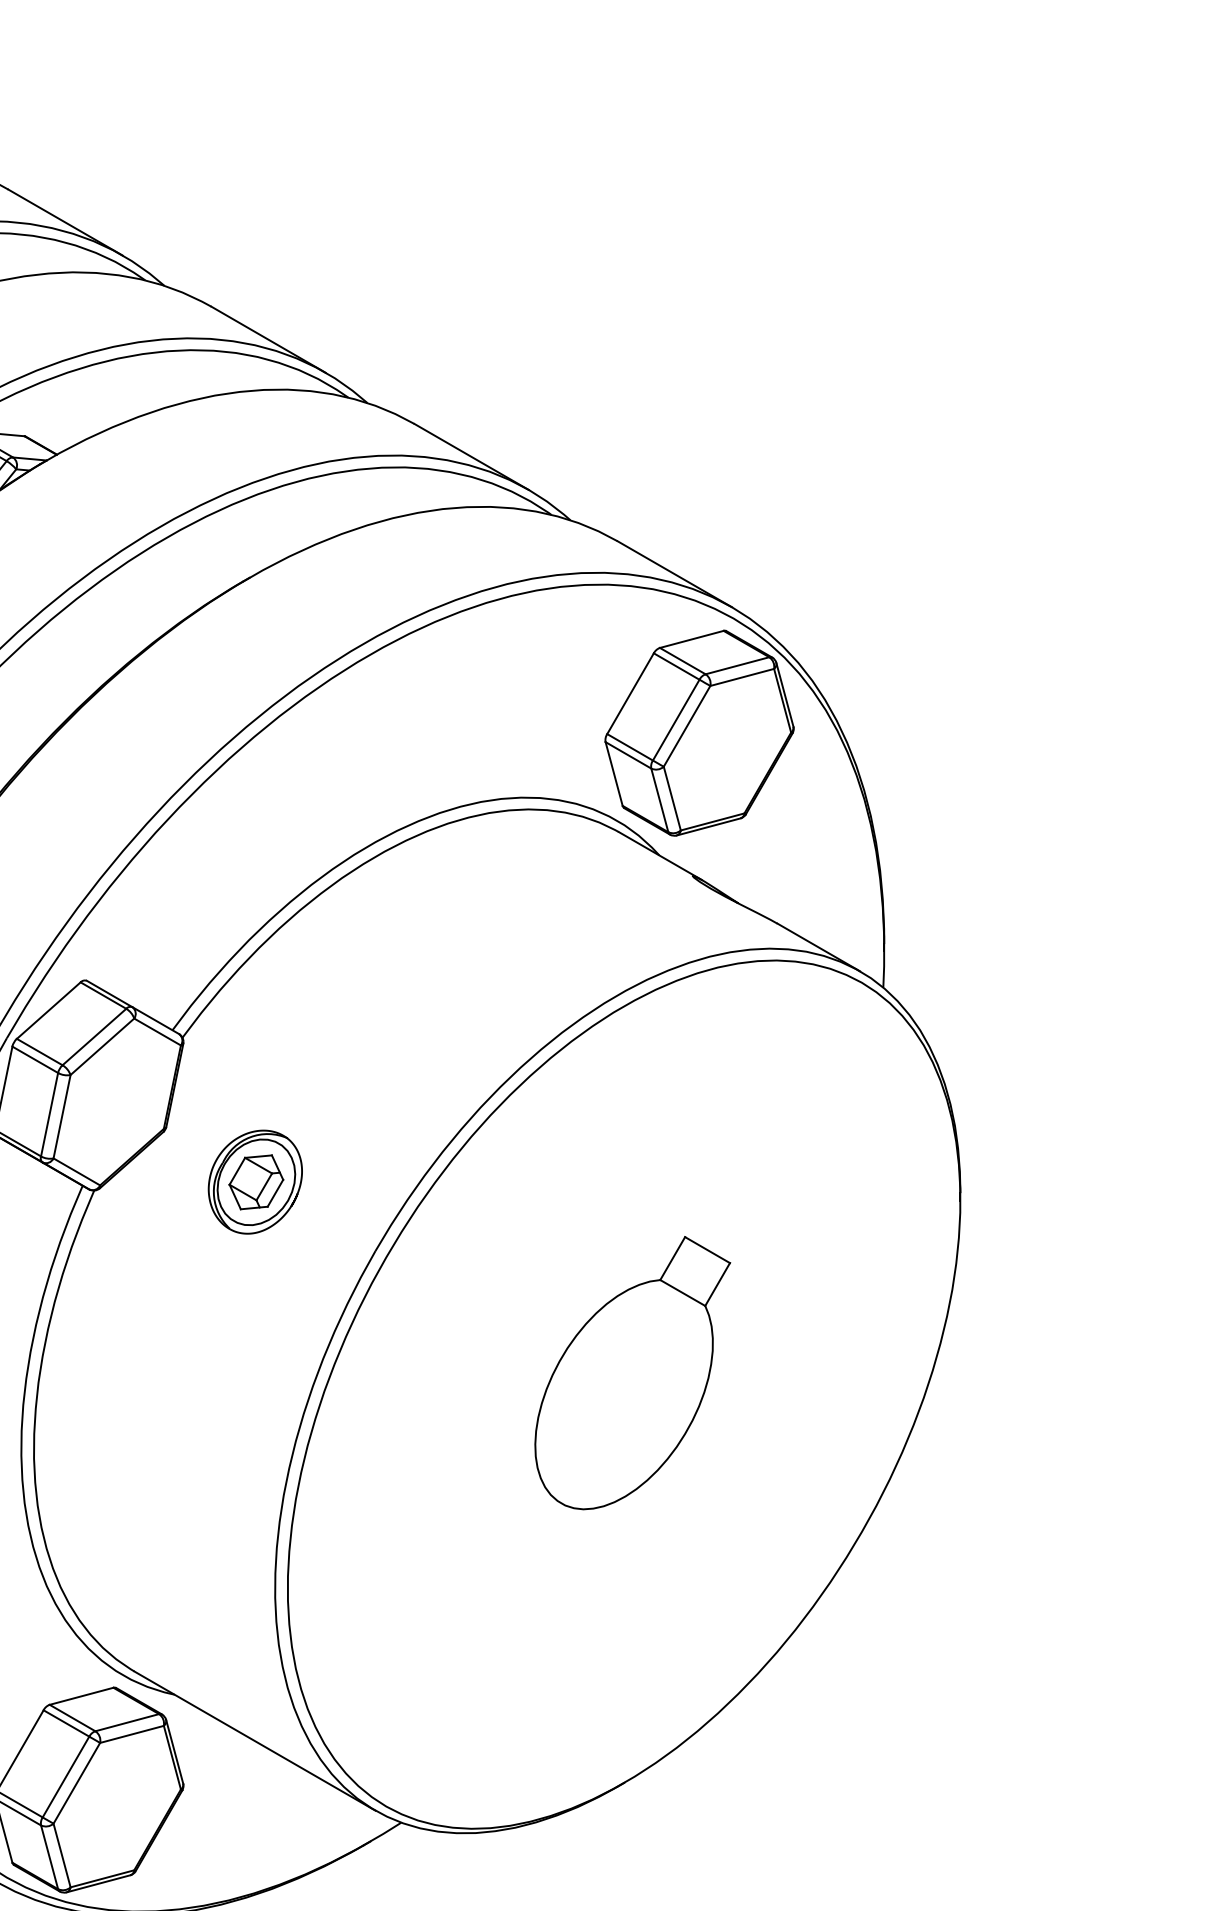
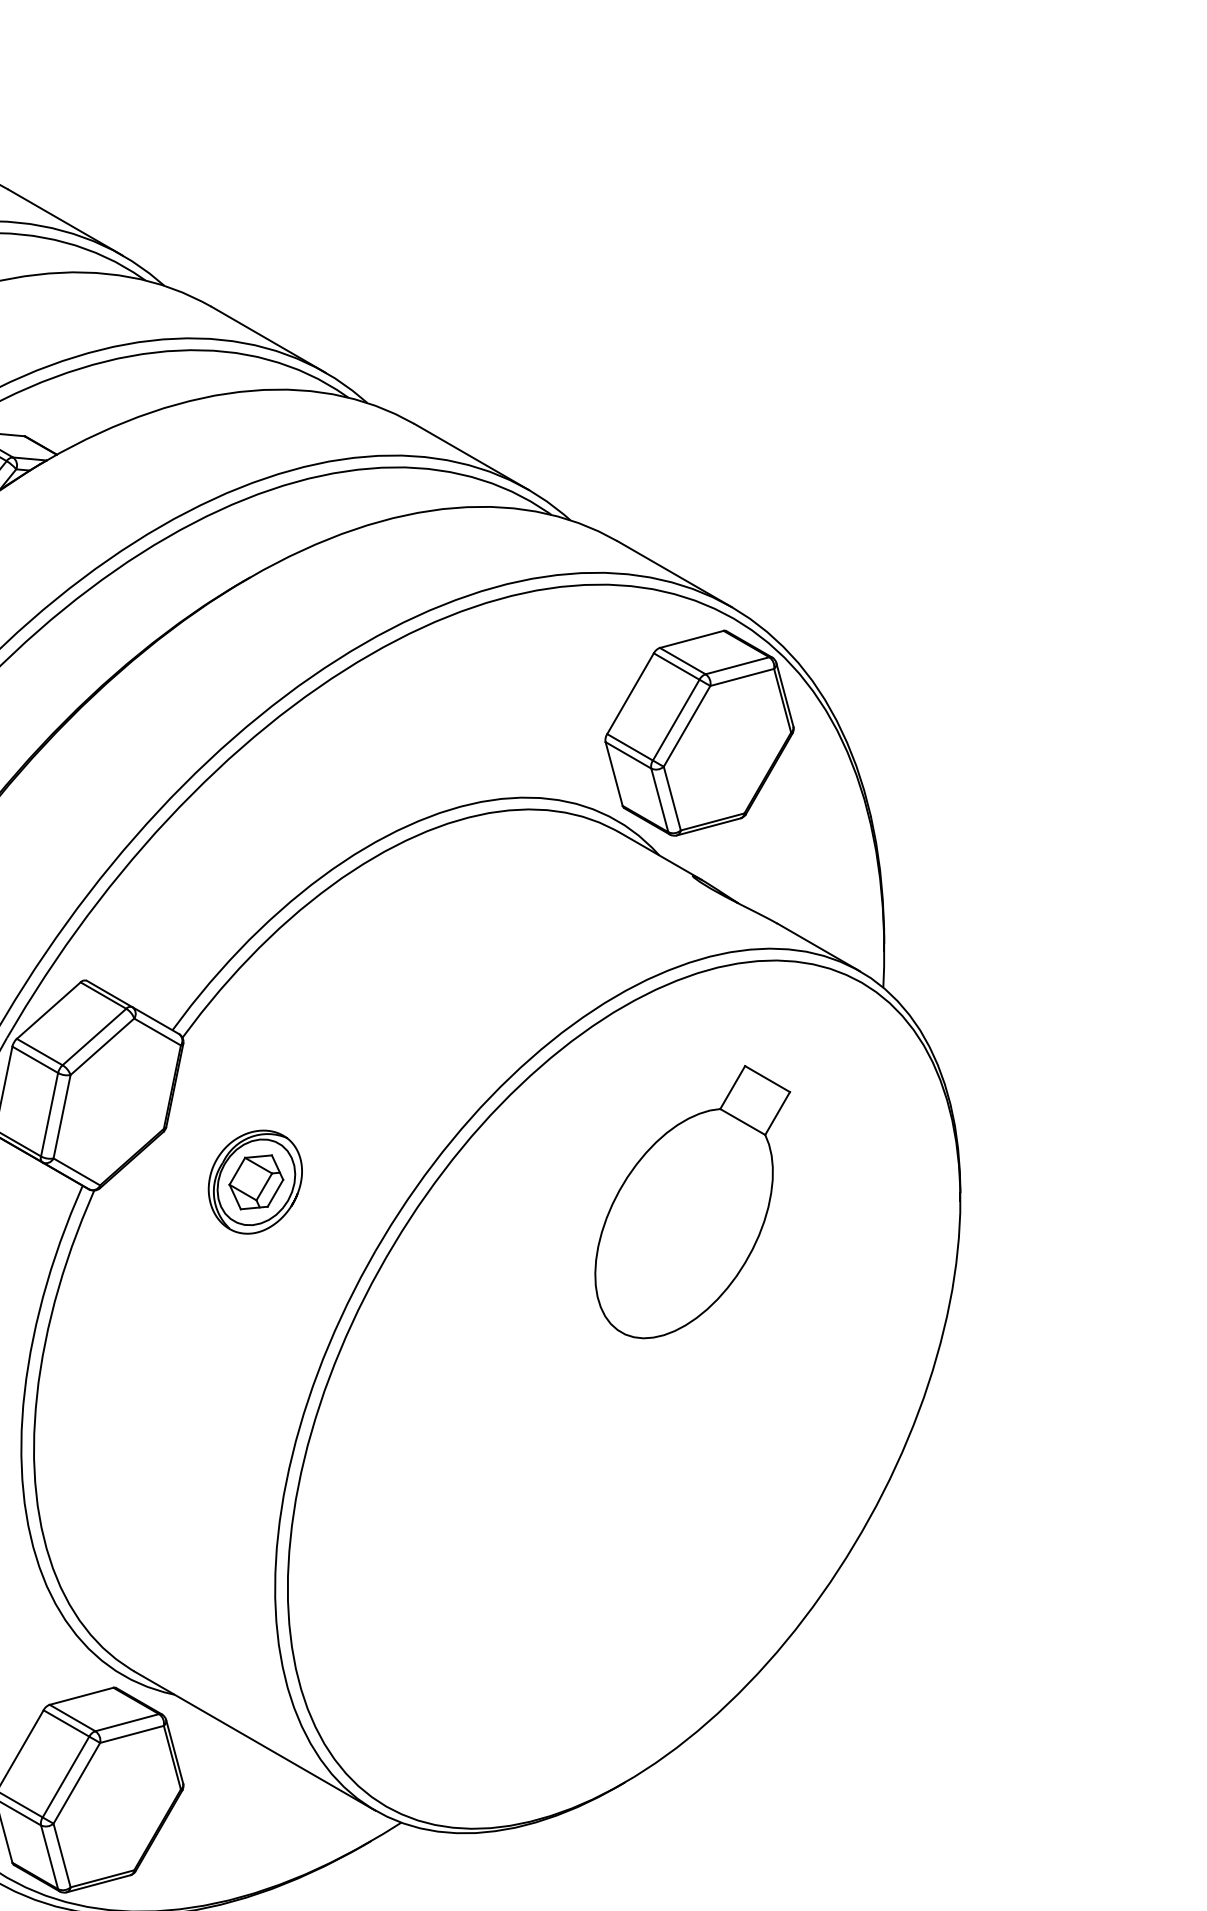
part at (632, 1373) position: (632, 1373) -> (692, 1202)
